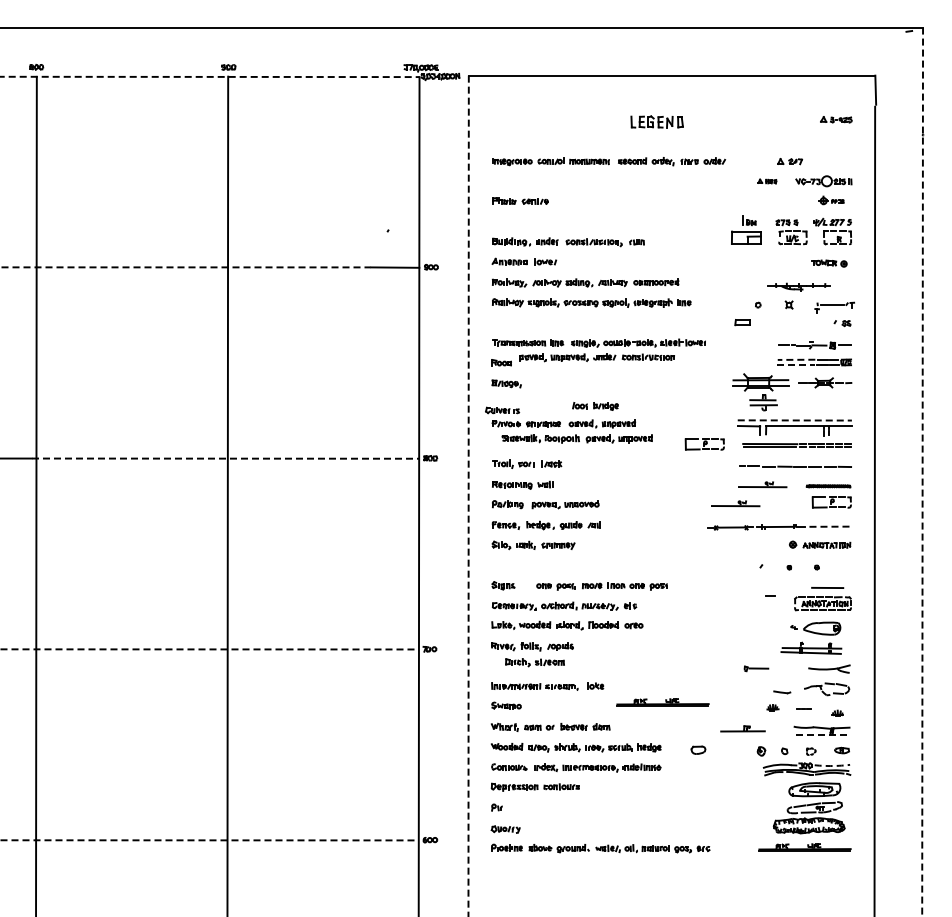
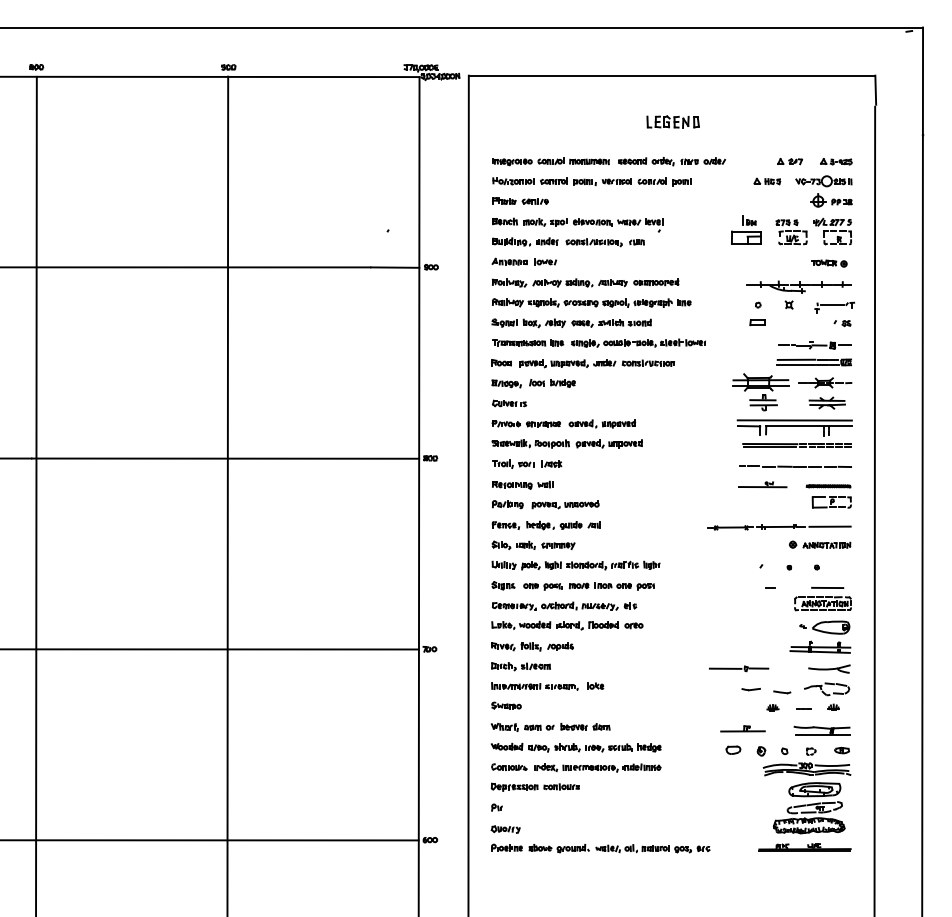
line at (210, 76): dashed -> solid
part at (836, 119) position: (836, 119) -> (836, 161)
part at (656, 121) position: (656, 121) -> (672, 121)
part at (591, 181): none -> present
part at (767, 181) size: 21x7 px -> 29x9 px
part at (831, 200) size: 27x11 px -> 43x15 px
part at (577, 224): none -> present
line at (185, 267): dashed -> solid
part at (798, 286) size: 64x10 px -> 106x14 px
part at (742, 322) position: (742, 322) -> (757, 322)
part at (571, 323): none -> present
part at (596, 357) position: (596, 357) -> (596, 363)
line at (796, 359): dashed -> solid
line at (796, 365): dashed -> solid
part at (826, 402): none -> present
part at (595, 406) position: (595, 406) -> (552, 383)
part at (502, 410) position: (502, 410) -> (509, 403)
line at (795, 420): dashed -> solid
part at (576, 438) position: (576, 438) -> (566, 443)
part at (704, 444): present -> none
line at (225, 458): dashed -> solid
line at (922, 472): dashed -> solid
line at (468, 496): dashed -> solid
part at (735, 503): present -> none
line at (830, 526): dashed -> solid
part at (575, 565): none -> present
part at (601, 586) position: (601, 586) -> (588, 586)
line at (770, 595) position: (770, 595) -> (770, 587)
part at (811, 637) position: (811, 637) -> (820, 636)
line at (209, 649): dashed -> solid
part at (534, 662) position: (534, 662) -> (520, 666)
line at (725, 668): none -> present
line at (750, 689): none -> present
part at (662, 702): present -> none
part at (837, 712) position: (837, 712) -> (833, 706)
line at (823, 734): dashed -> solid
part at (698, 749) position: (698, 749) -> (733, 749)
arc at (832, 766): dashed -> solid
line at (209, 840): dashed -> solid
